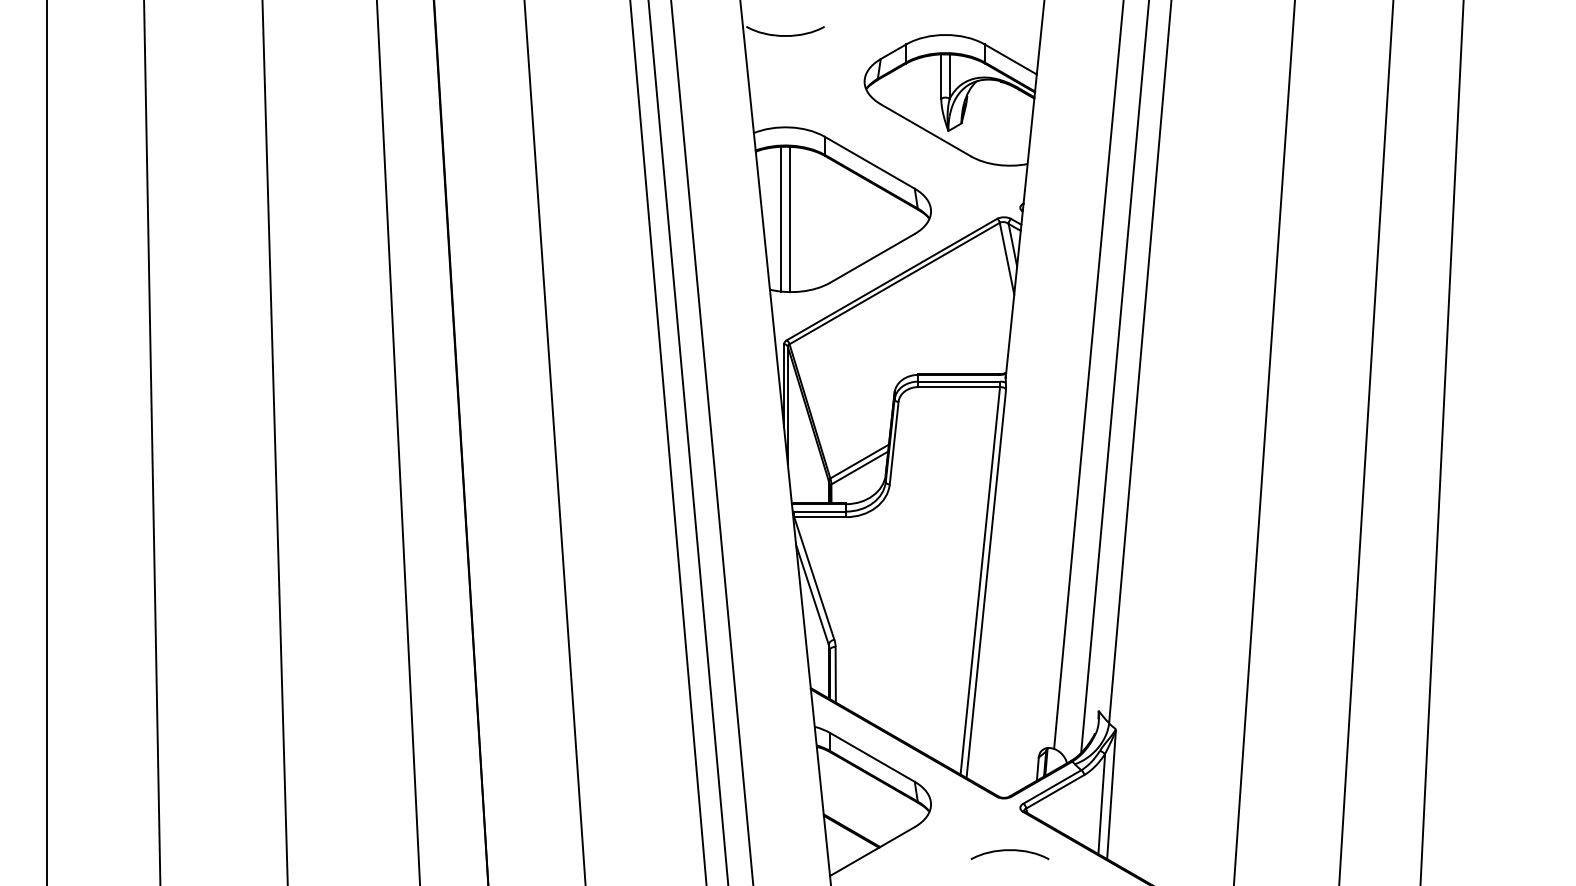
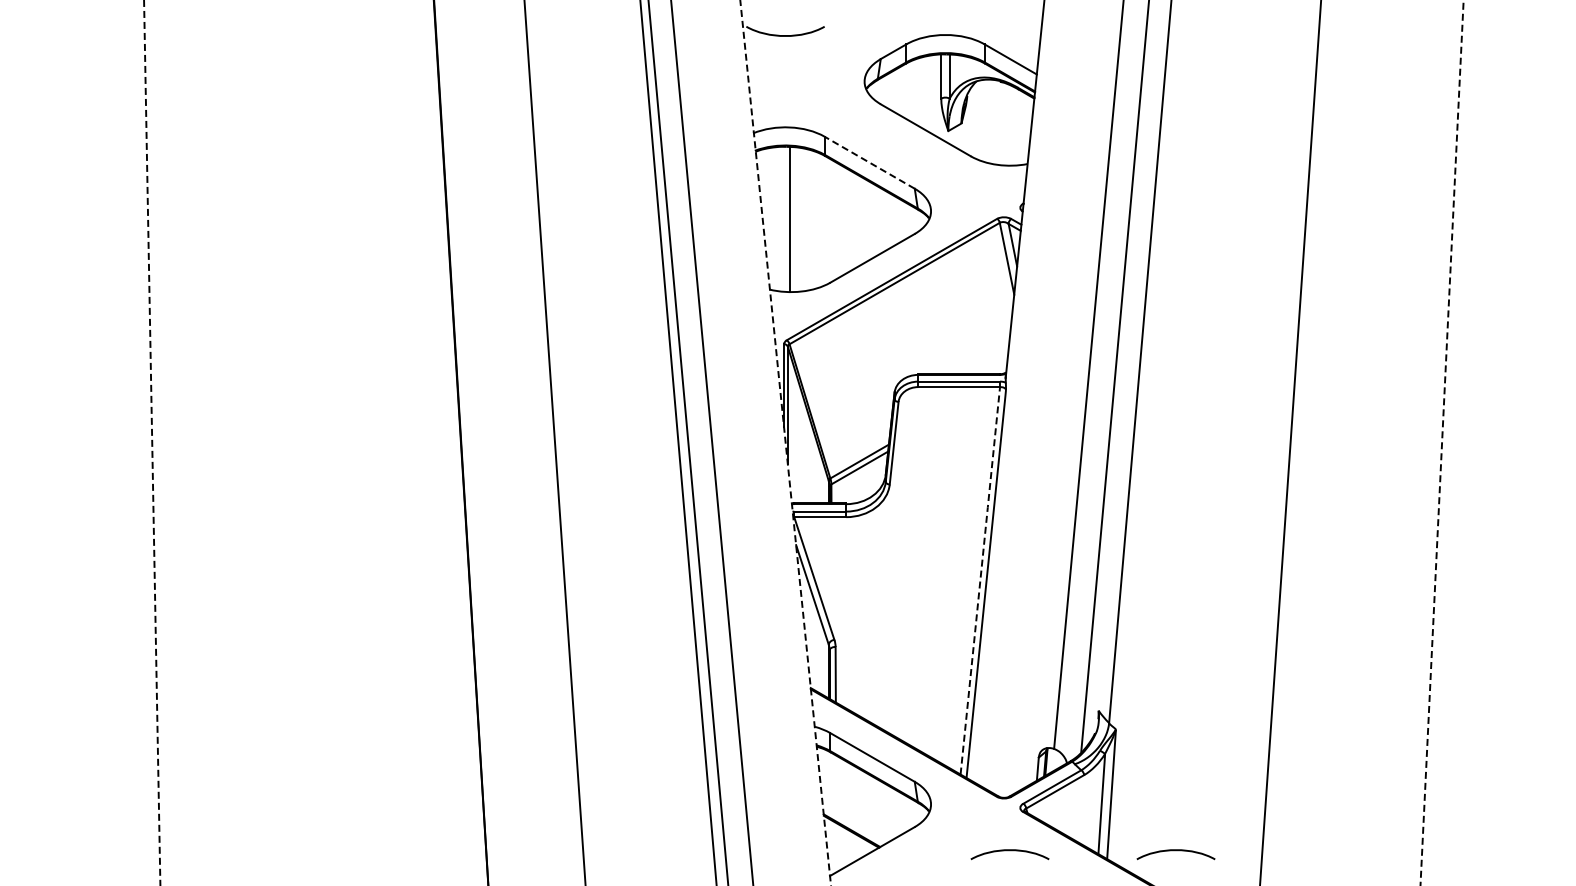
line at (869, 162): solid -> dashed
line at (781, 218): present -> none
line at (47, 442): present -> none
line at (274, 442): present -> none
line at (398, 442): present -> none
line at (668, 442) position: (668, 442) -> (678, 442)
line at (1264, 442) position: (1264, 442) -> (1290, 442)
line at (1366, 442): present -> none
line at (1442, 442): solid -> dashed
line at (152, 443): solid -> dashed
line at (785, 443): solid -> dashed
line at (980, 579): solid -> dashed
curve at (1175, 851): none -> present
